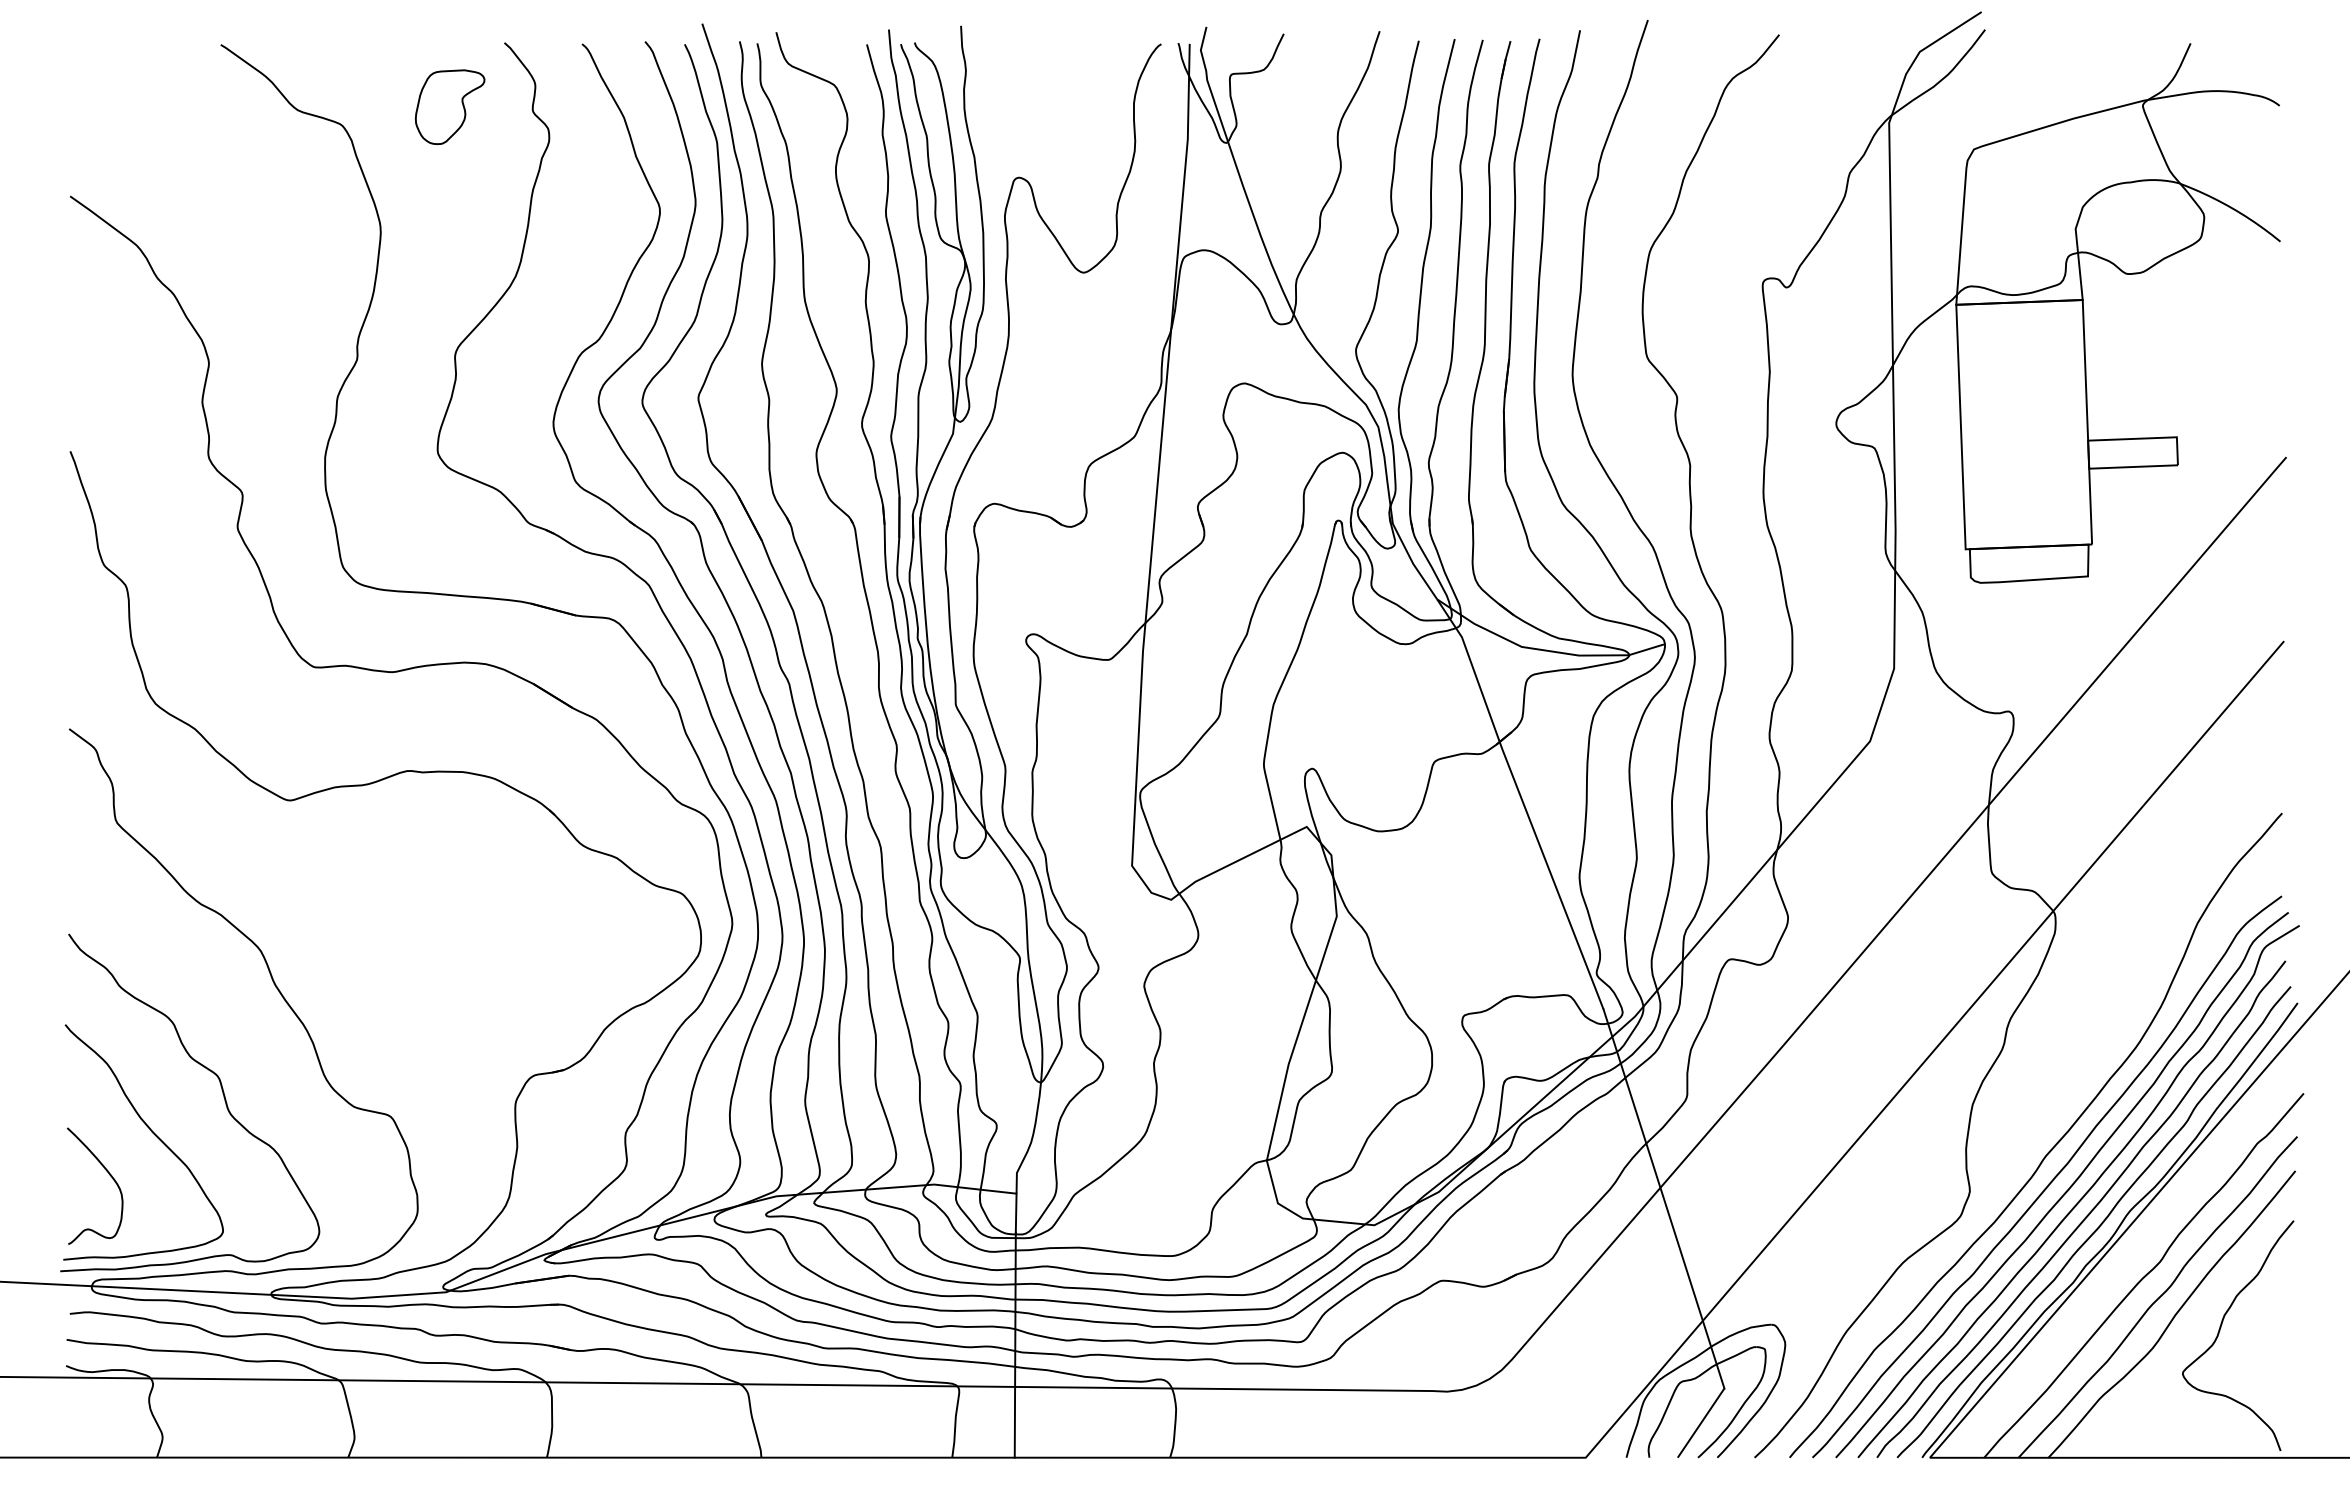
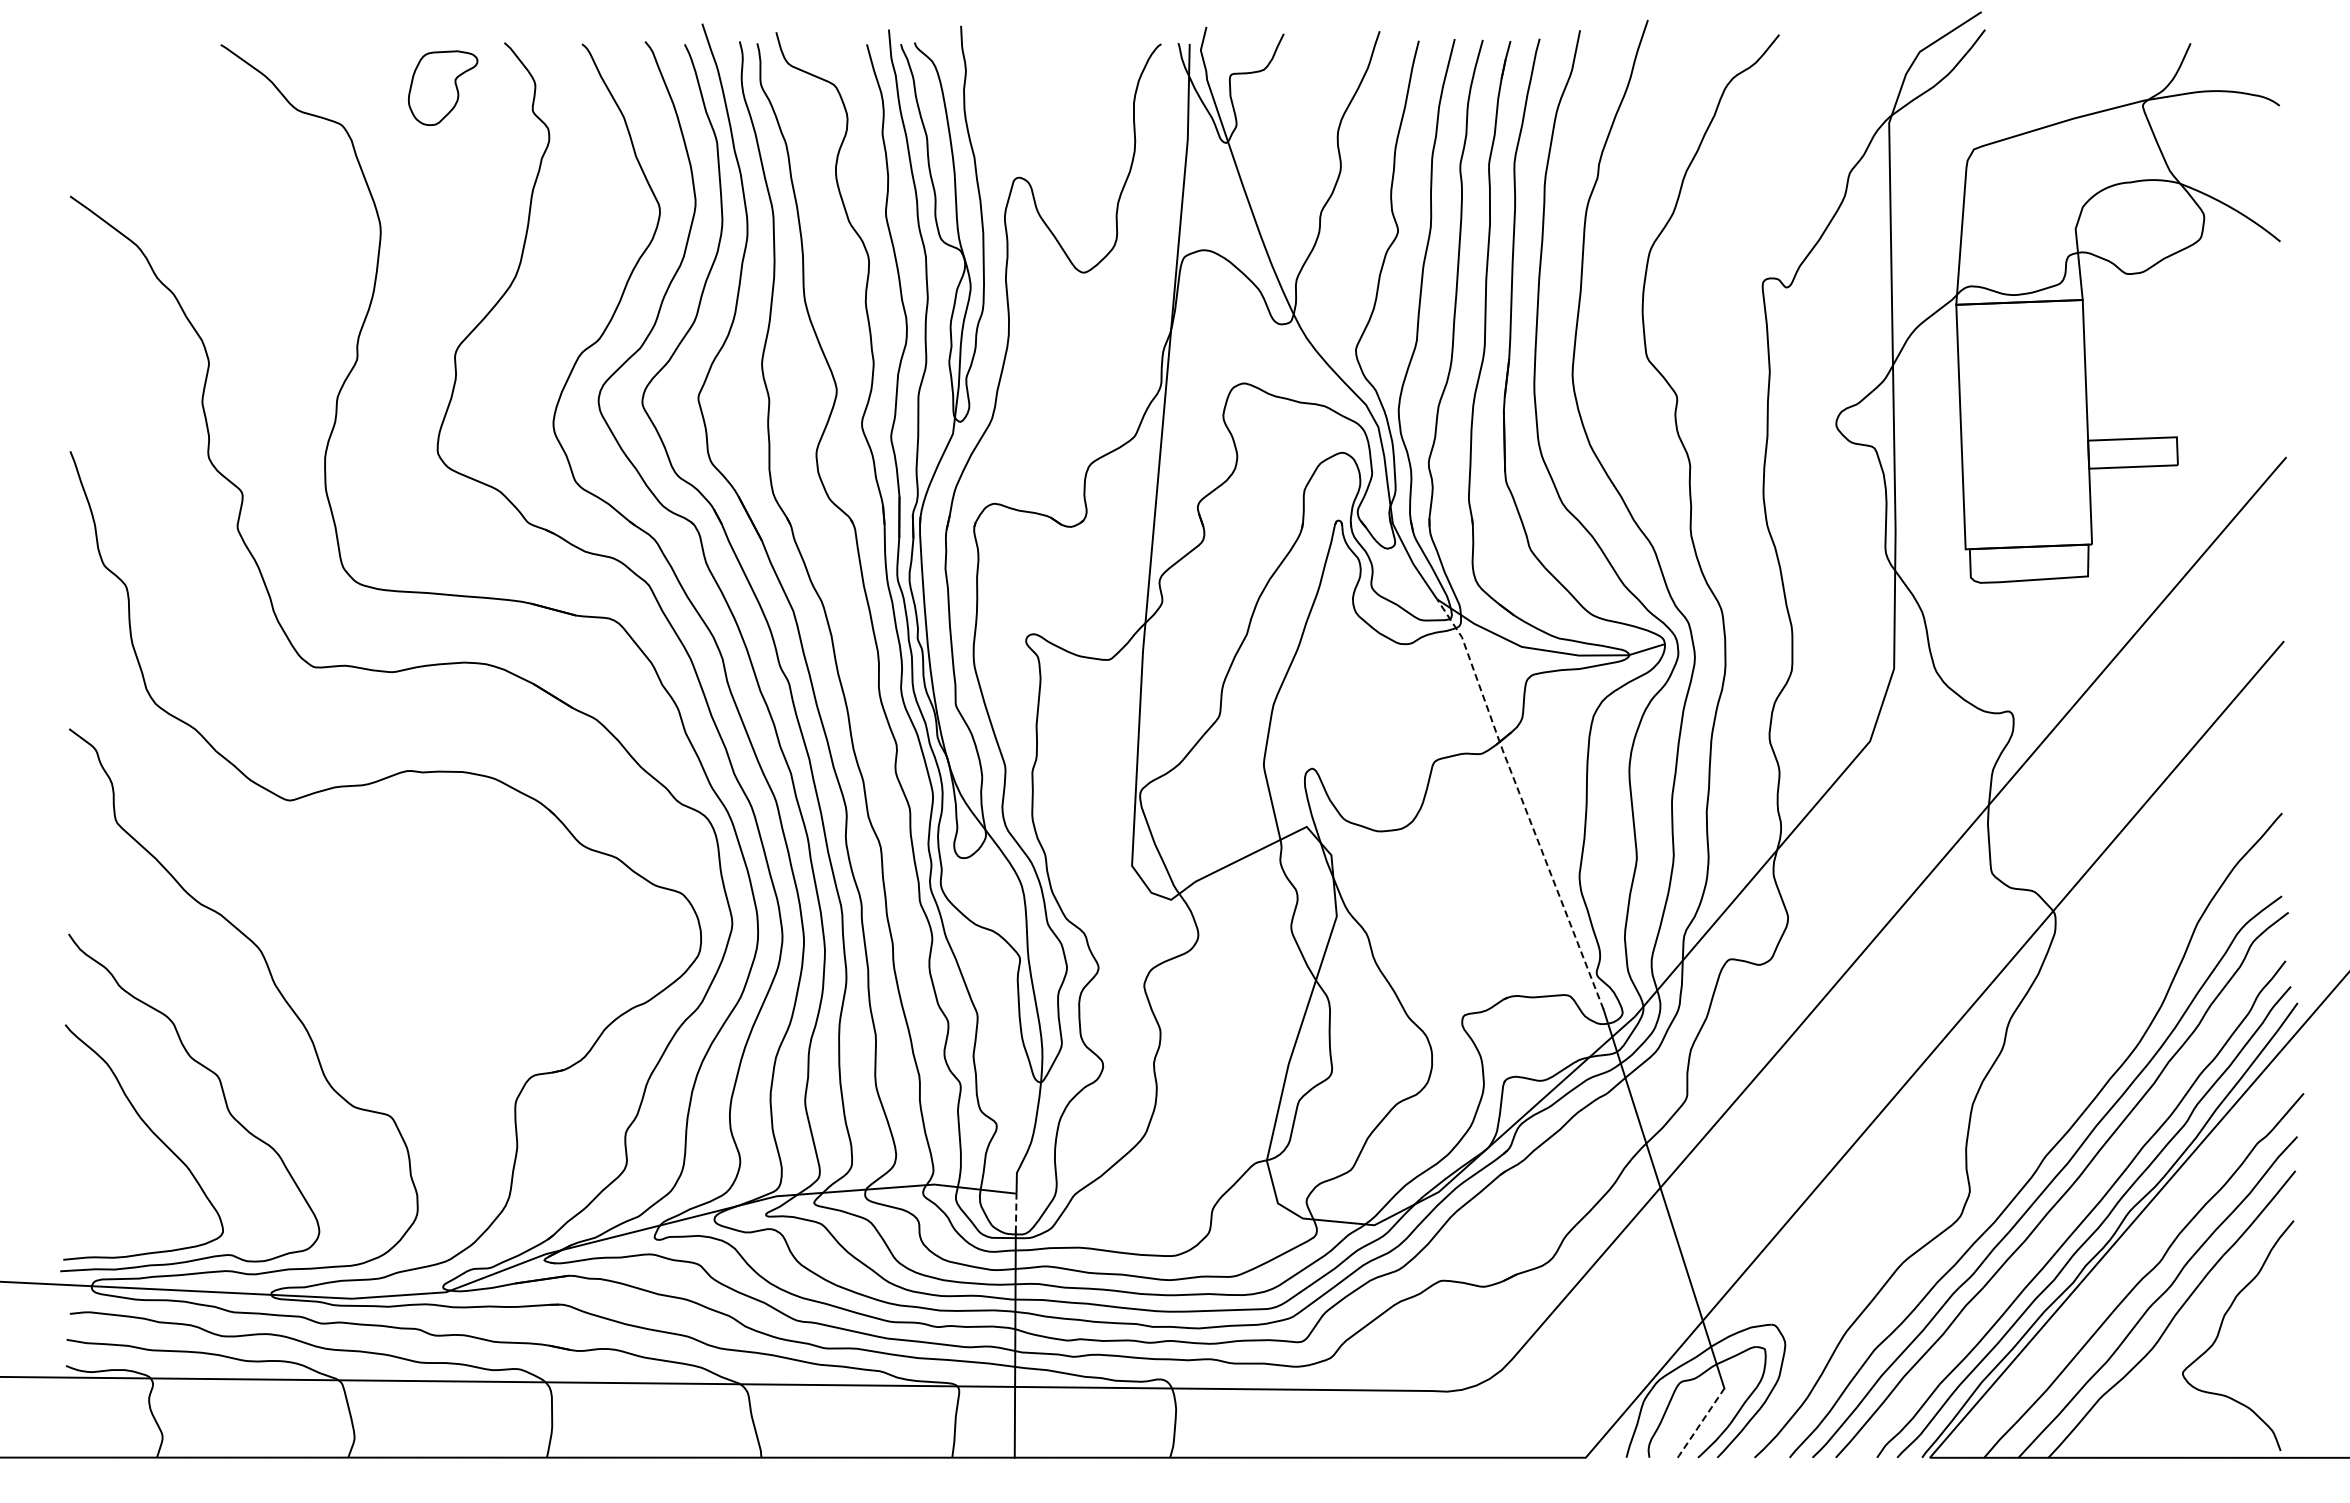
part at (449, 106) position: (449, 106) -> (442, 87)
line at (1522, 801): solid -> dashed
curve at (108, 1174): present -> none
curve at (2083, 1195): present -> none
line at (1016, 1212): solid -> dashed
line at (1700, 1423): solid -> dashed
